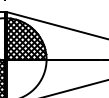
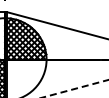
line at (75, 88): solid -> dashed
